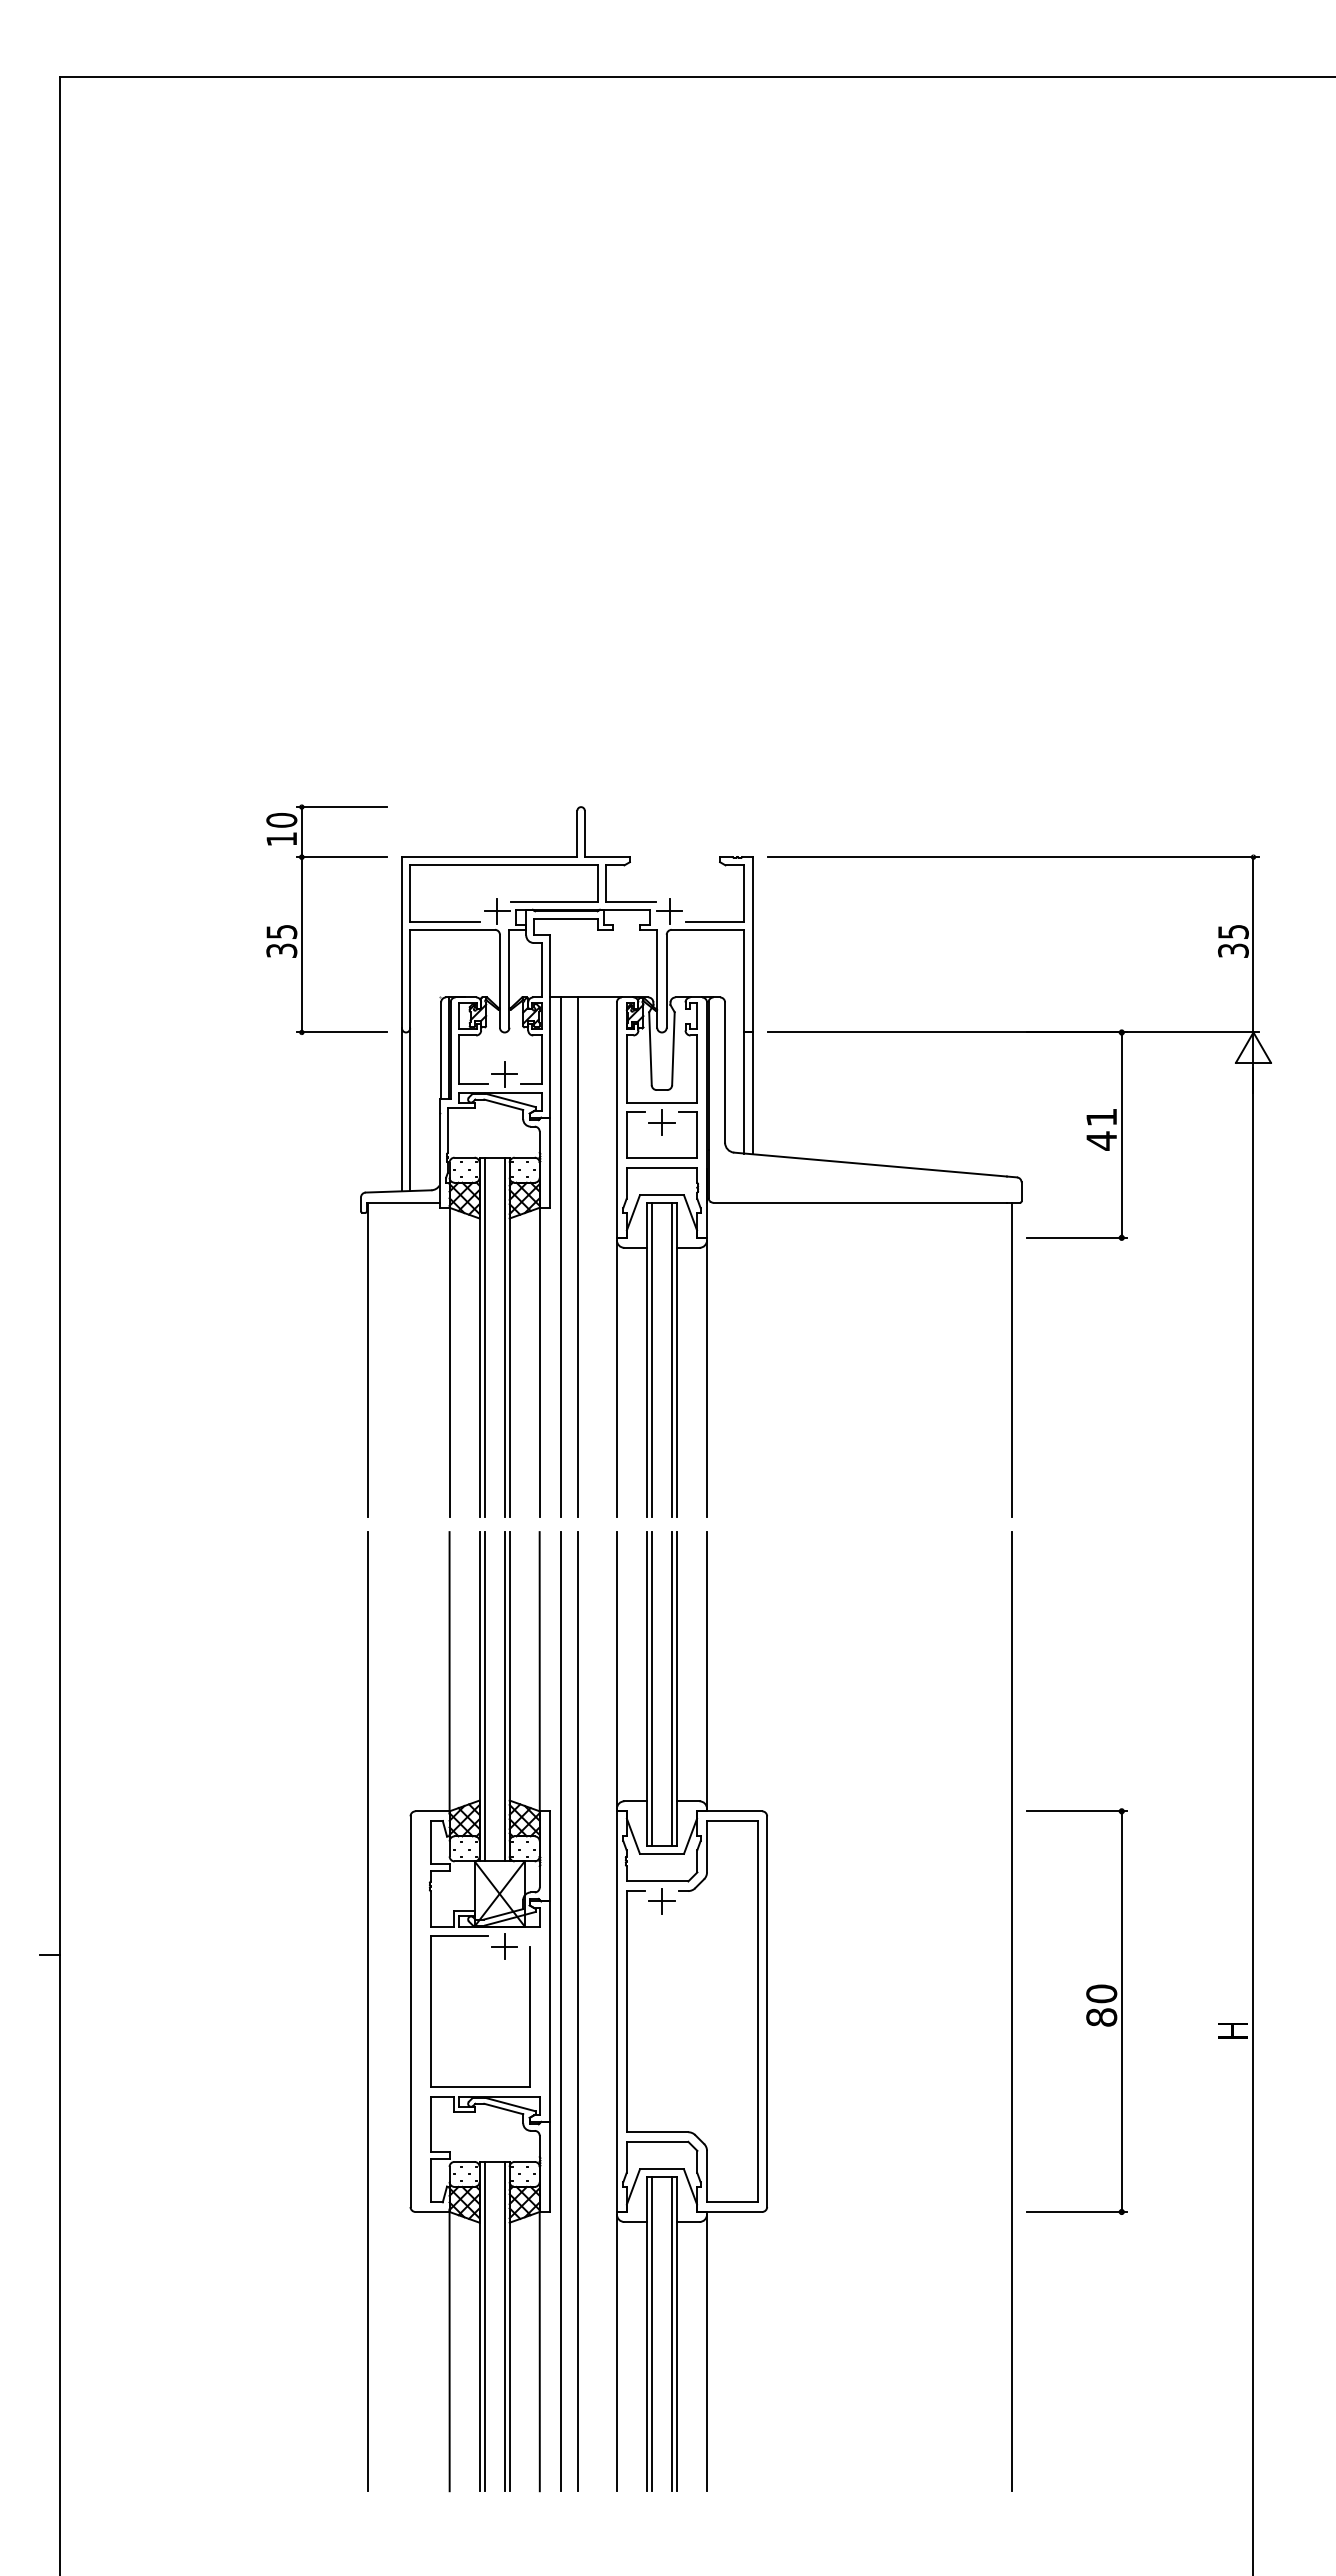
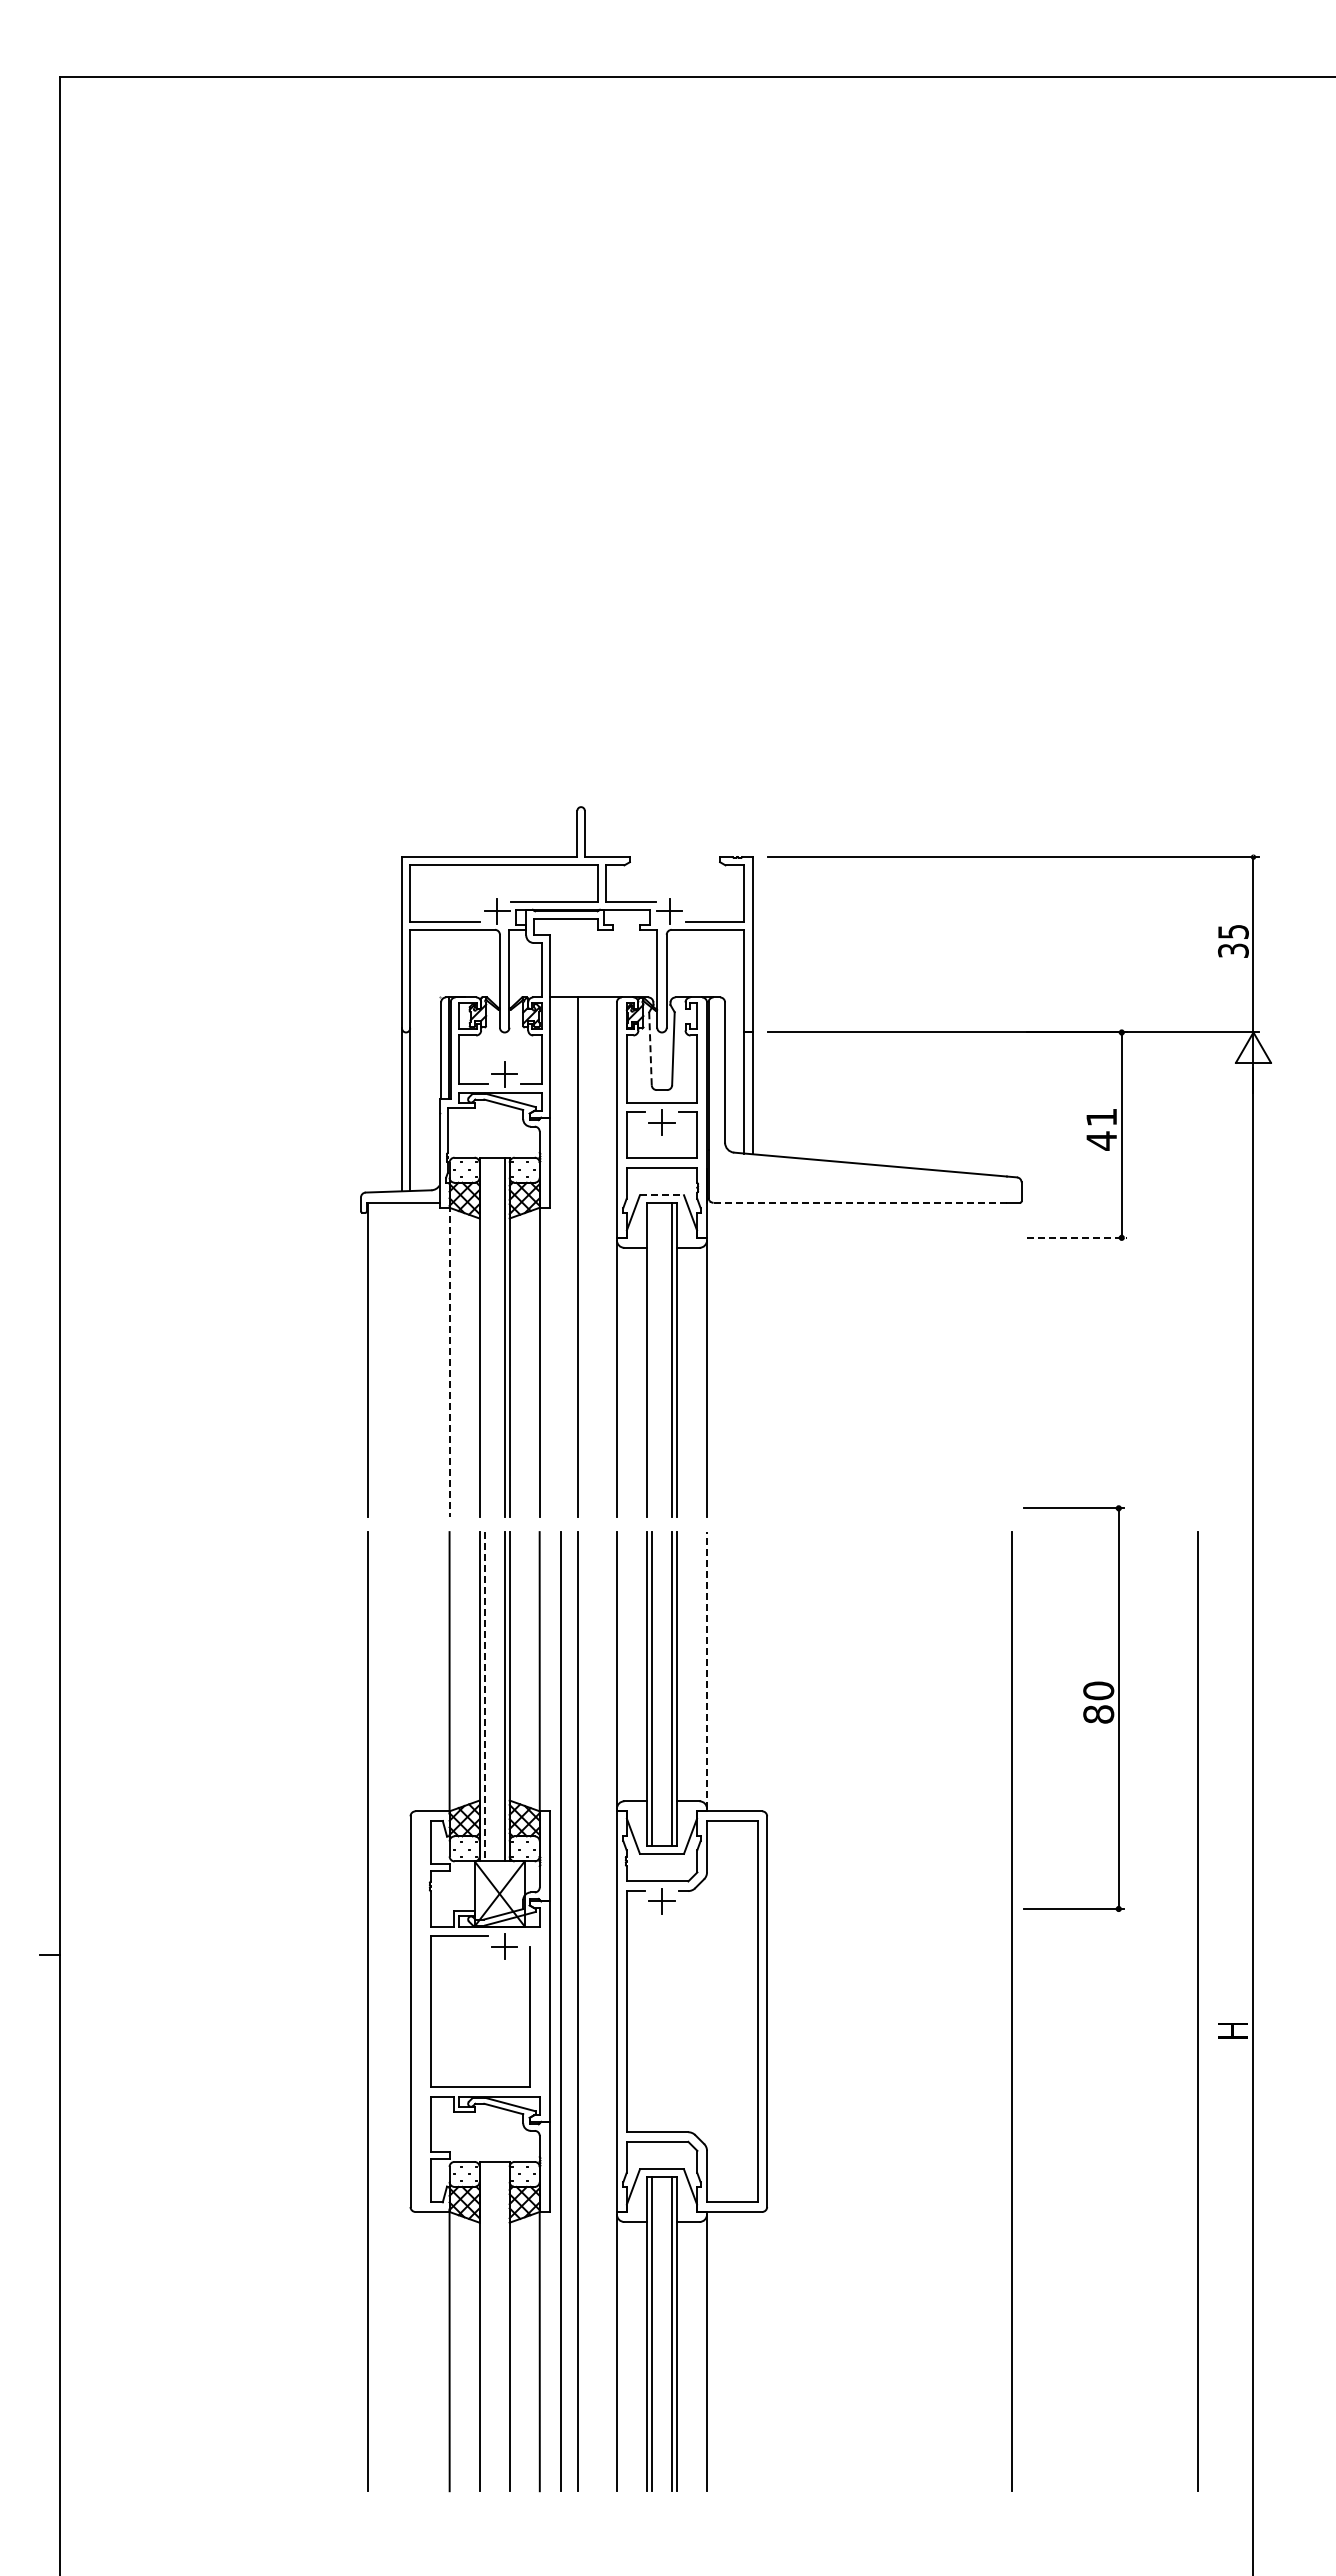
part at (302, 919): present -> none
line at (650, 1048): solid -> dashed
line at (662, 1195): solid -> dashed
line at (860, 1202): solid -> dashed
line at (1077, 1237): solid -> dashed
line at (560, 1257): present -> none
line at (484, 1337): present -> none
line at (651, 1359): present -> none
line at (1011, 1359): present -> none
line at (449, 1361): solid -> dashed
line at (707, 1669): solid -> dashed
line at (484, 1696): solid -> dashed
line at (1197, 2011): none -> present
part at (1086, 2014) position: (1086, 2014) -> (1083, 1711)
line at (484, 2326): present -> none
line at (504, 2326): present -> none
